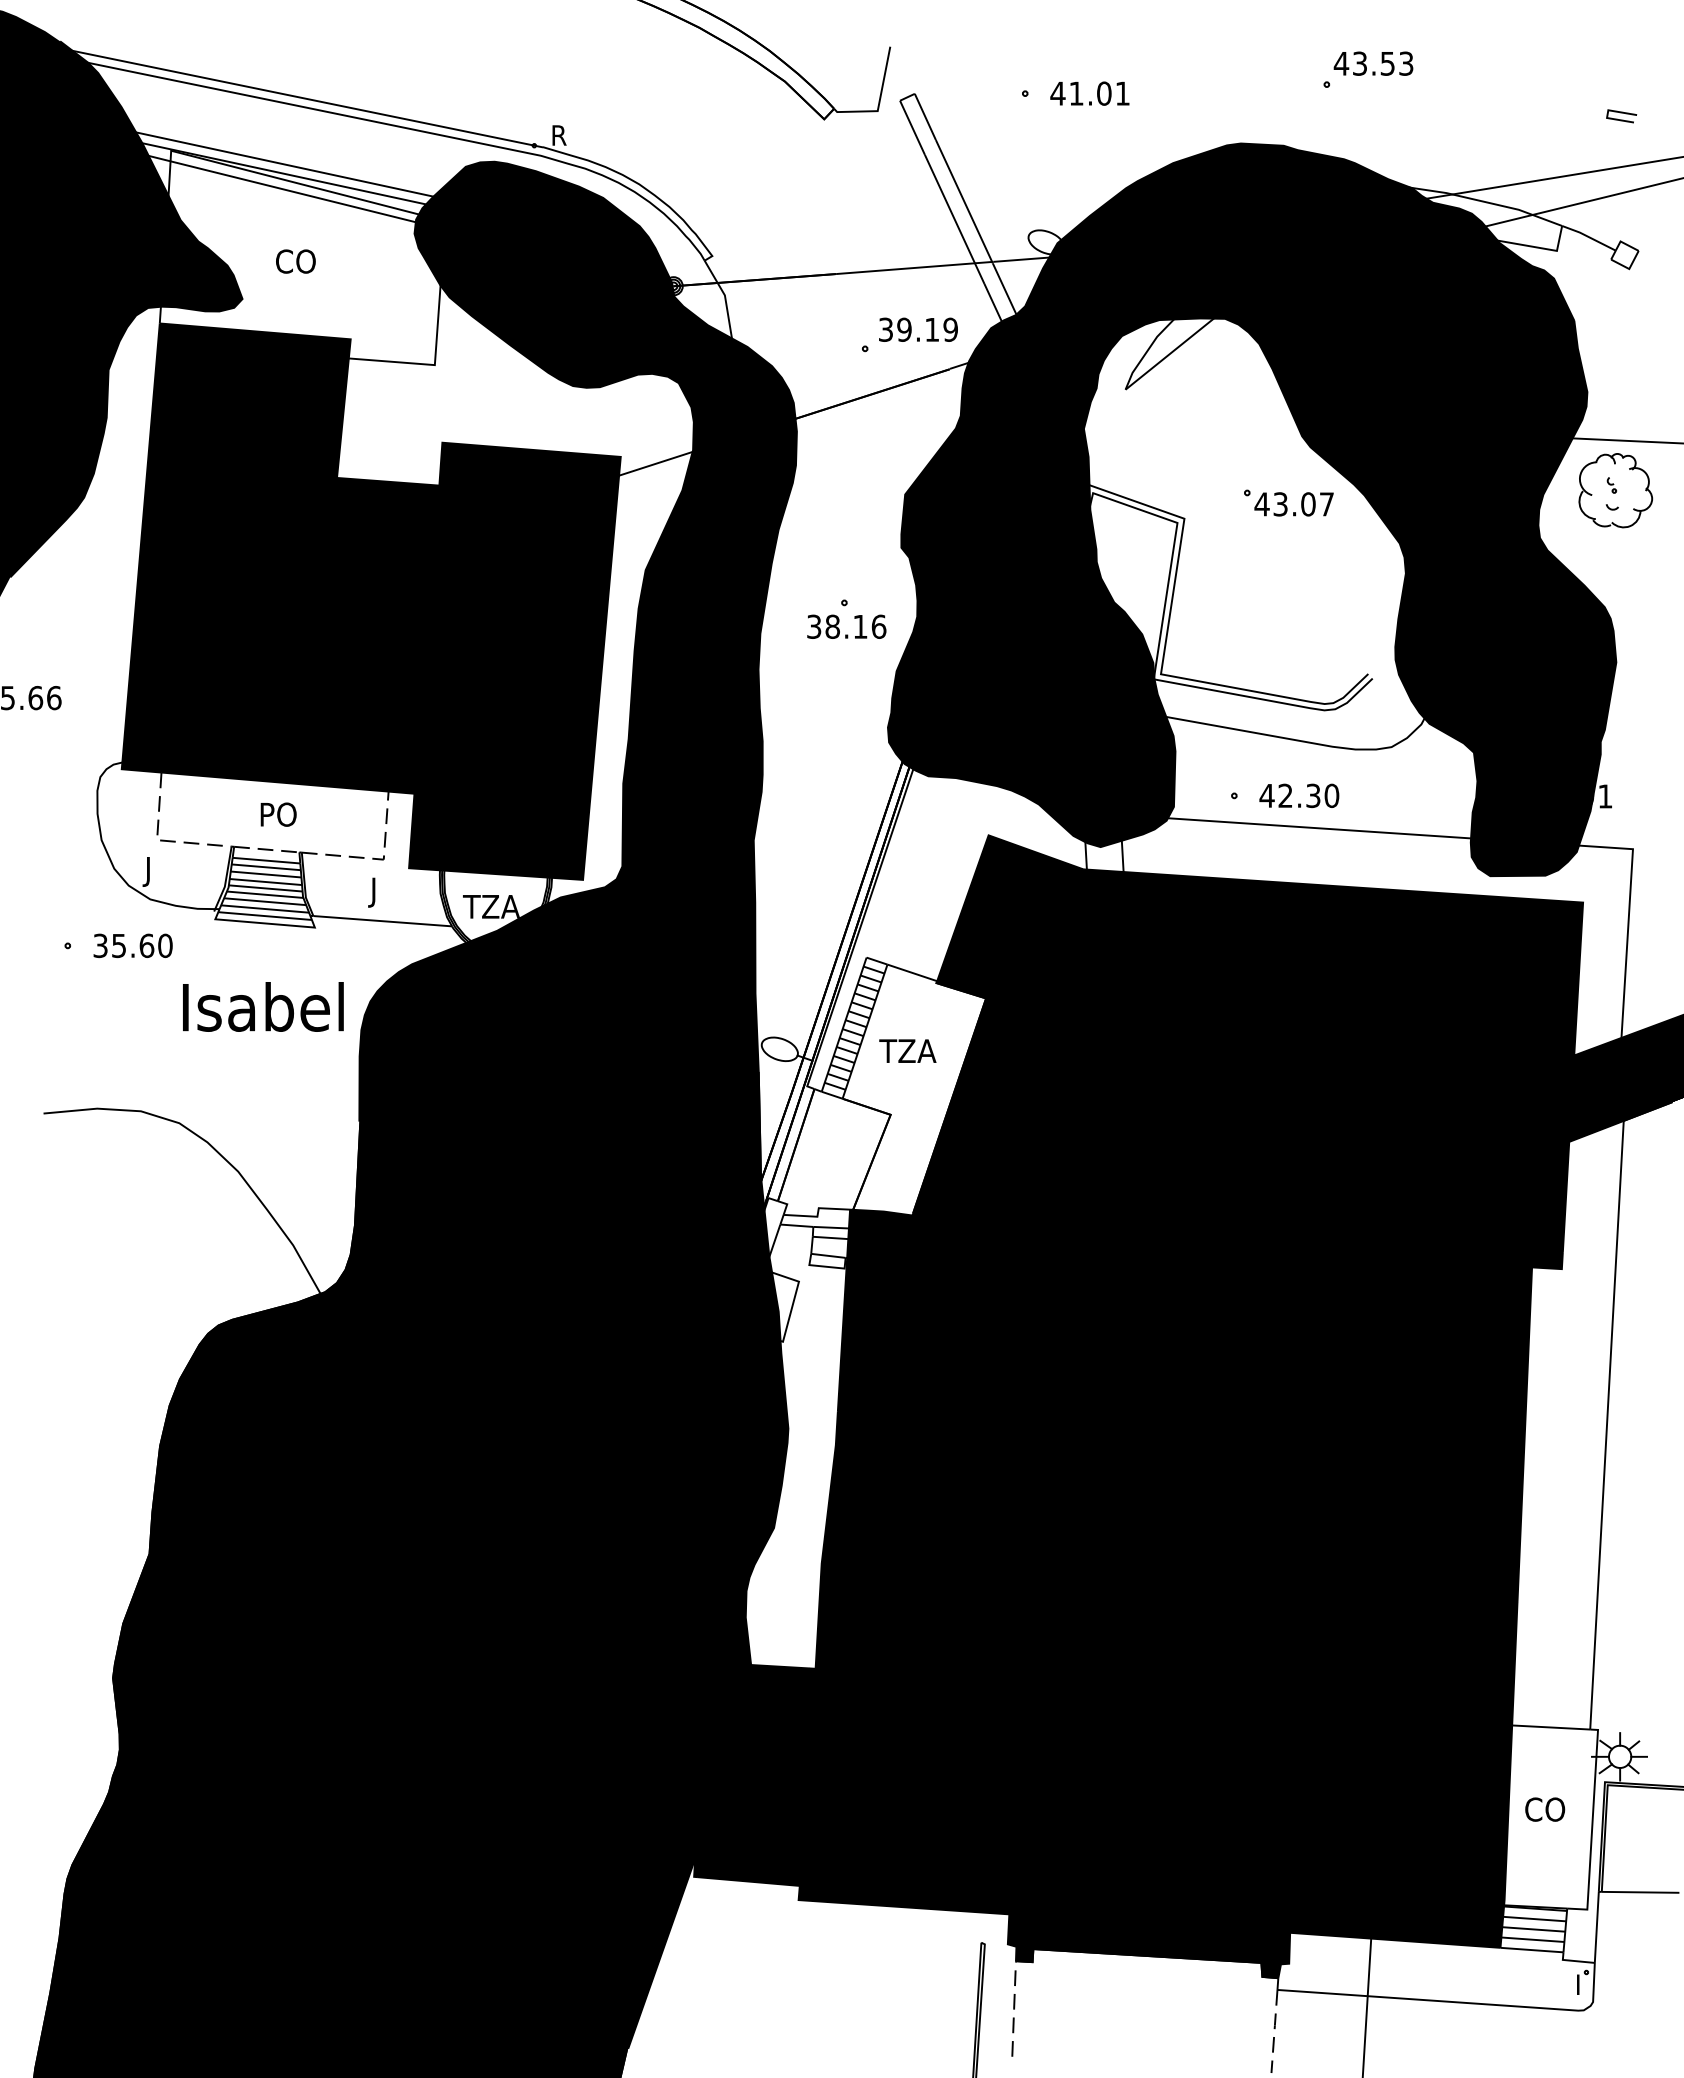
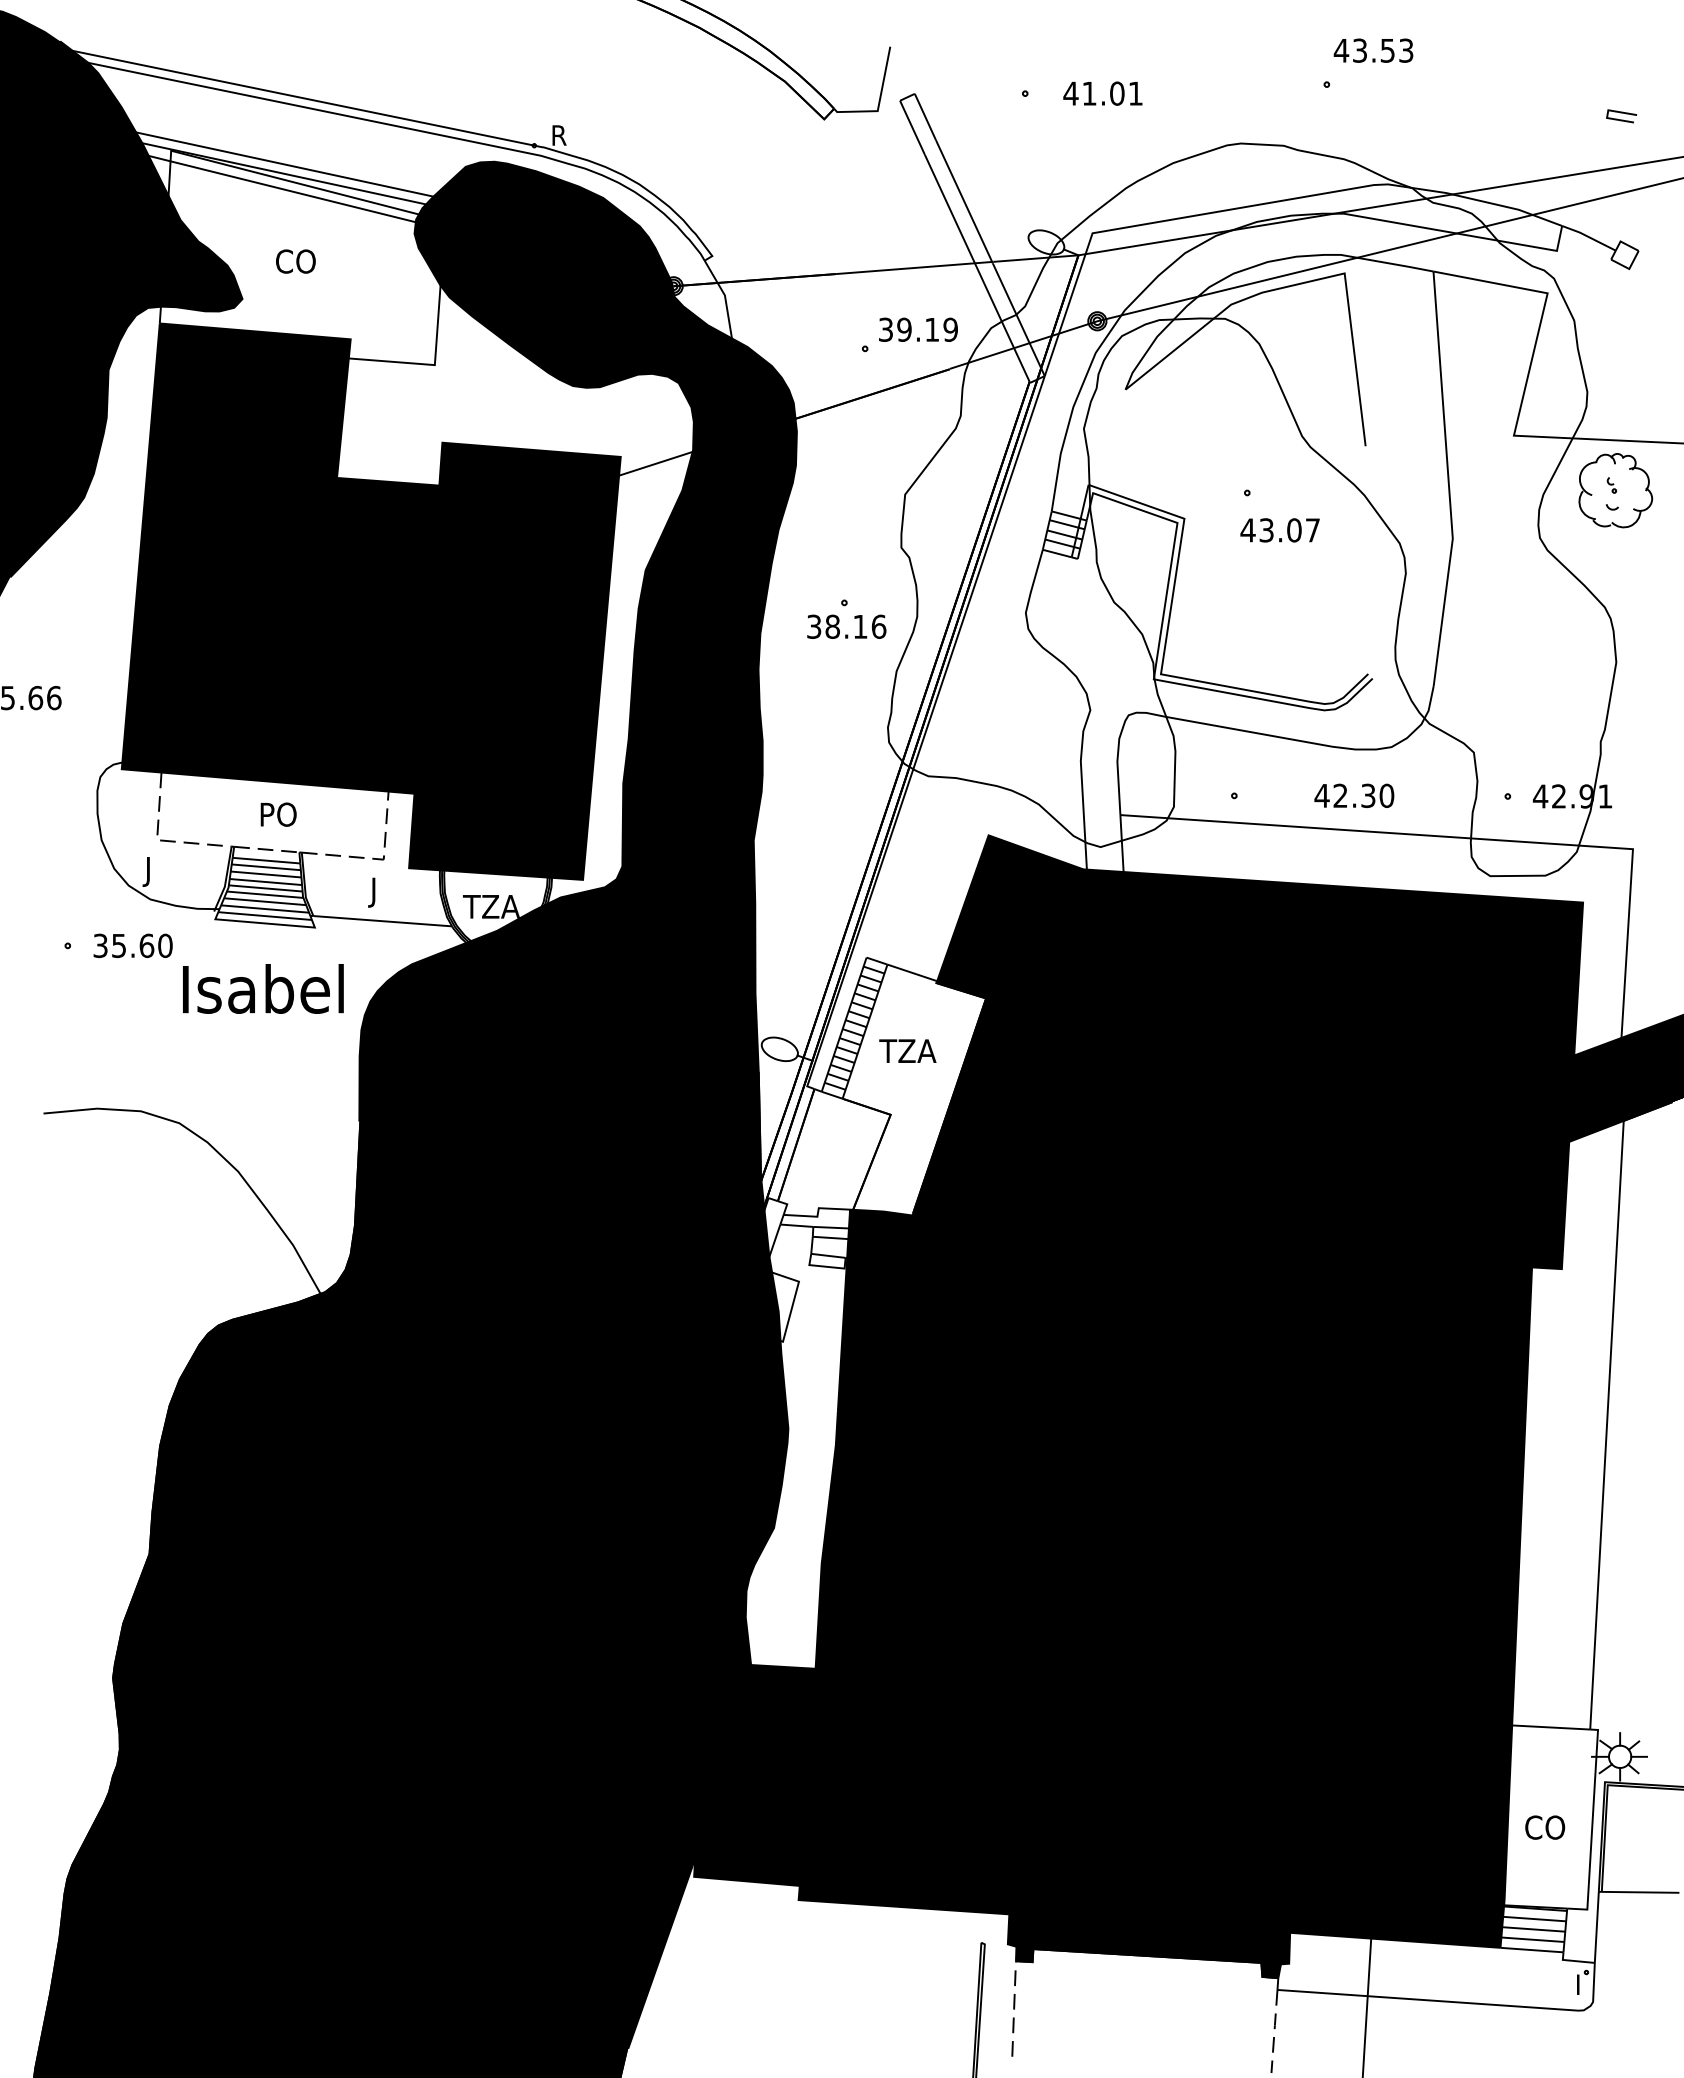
text at (1373, 63) position: (1373, 63) -> (1373, 50)
text at (1089, 93) position: (1089, 93) -> (1102, 93)
text at (1293, 504) position: (1293, 504) -> (1279, 530)
fill at (1251, 509): present -> none
text at (1299, 795) position: (1299, 795) -> (1354, 795)
text at (263, 1006) position: (263, 1006) -> (263, 988)
text at (1545, 1809) position: (1545, 1809) -> (1545, 1827)
